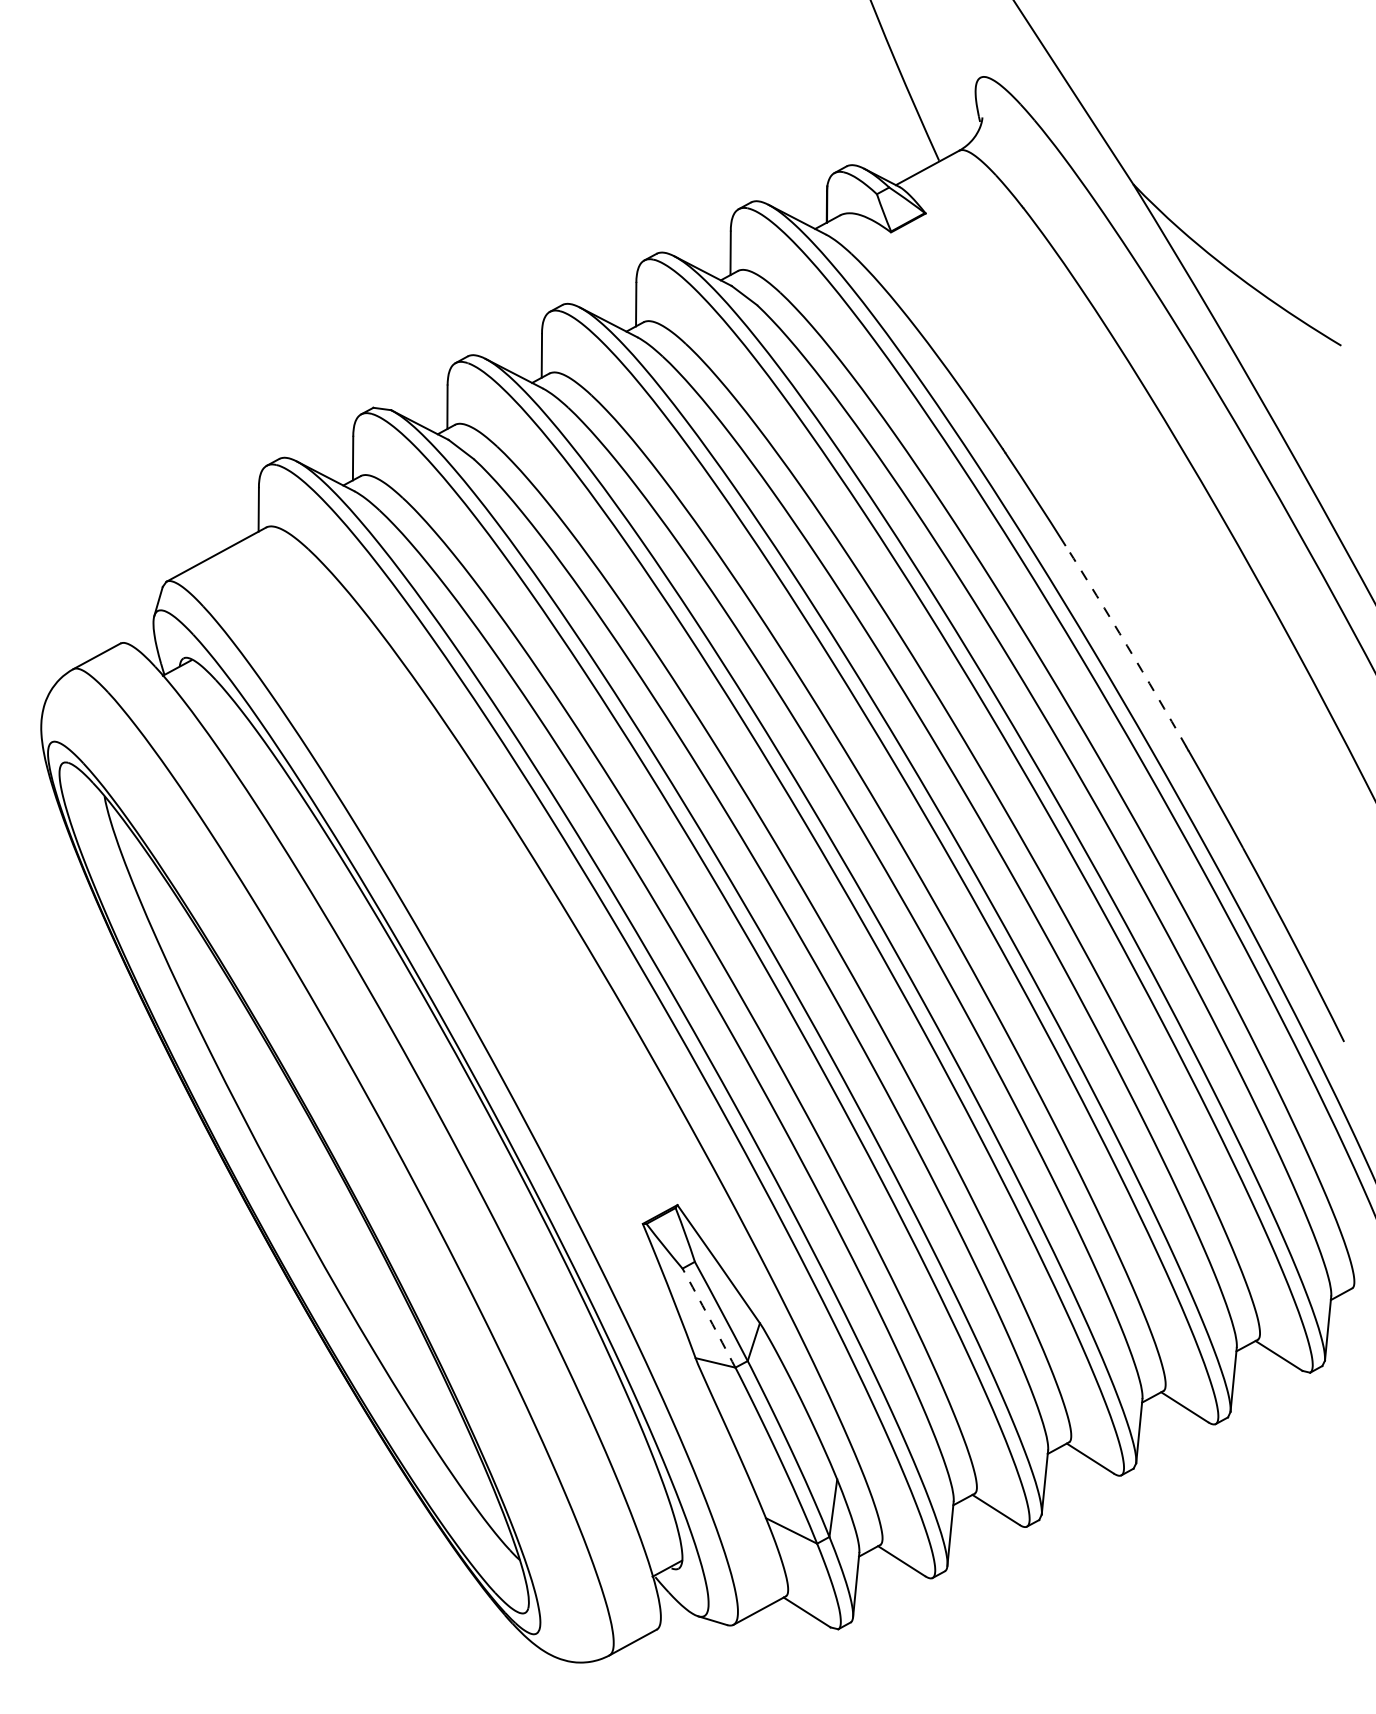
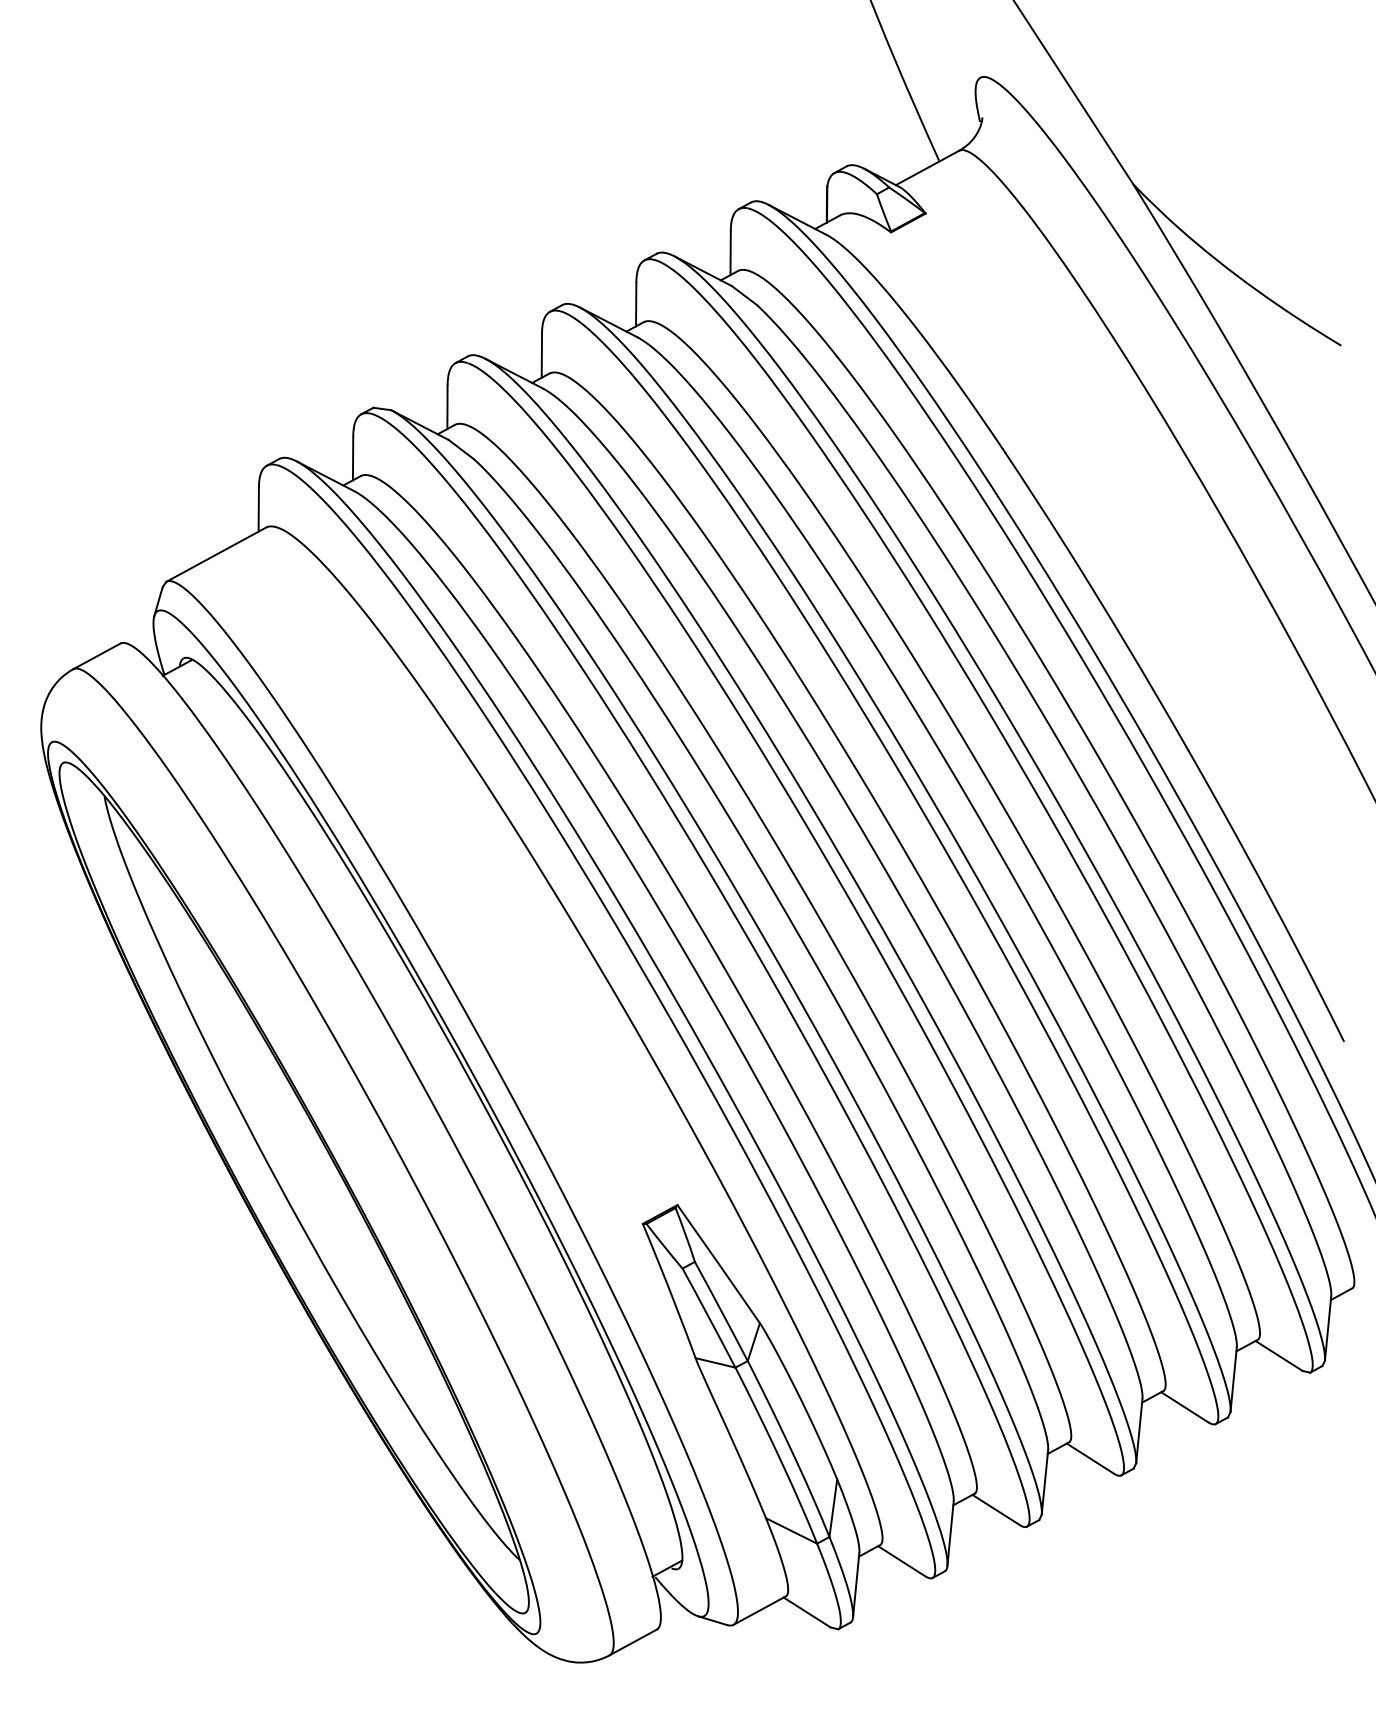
arc at (1127, 645): dashed -> solid
arc at (709, 1318): dashed -> solid
